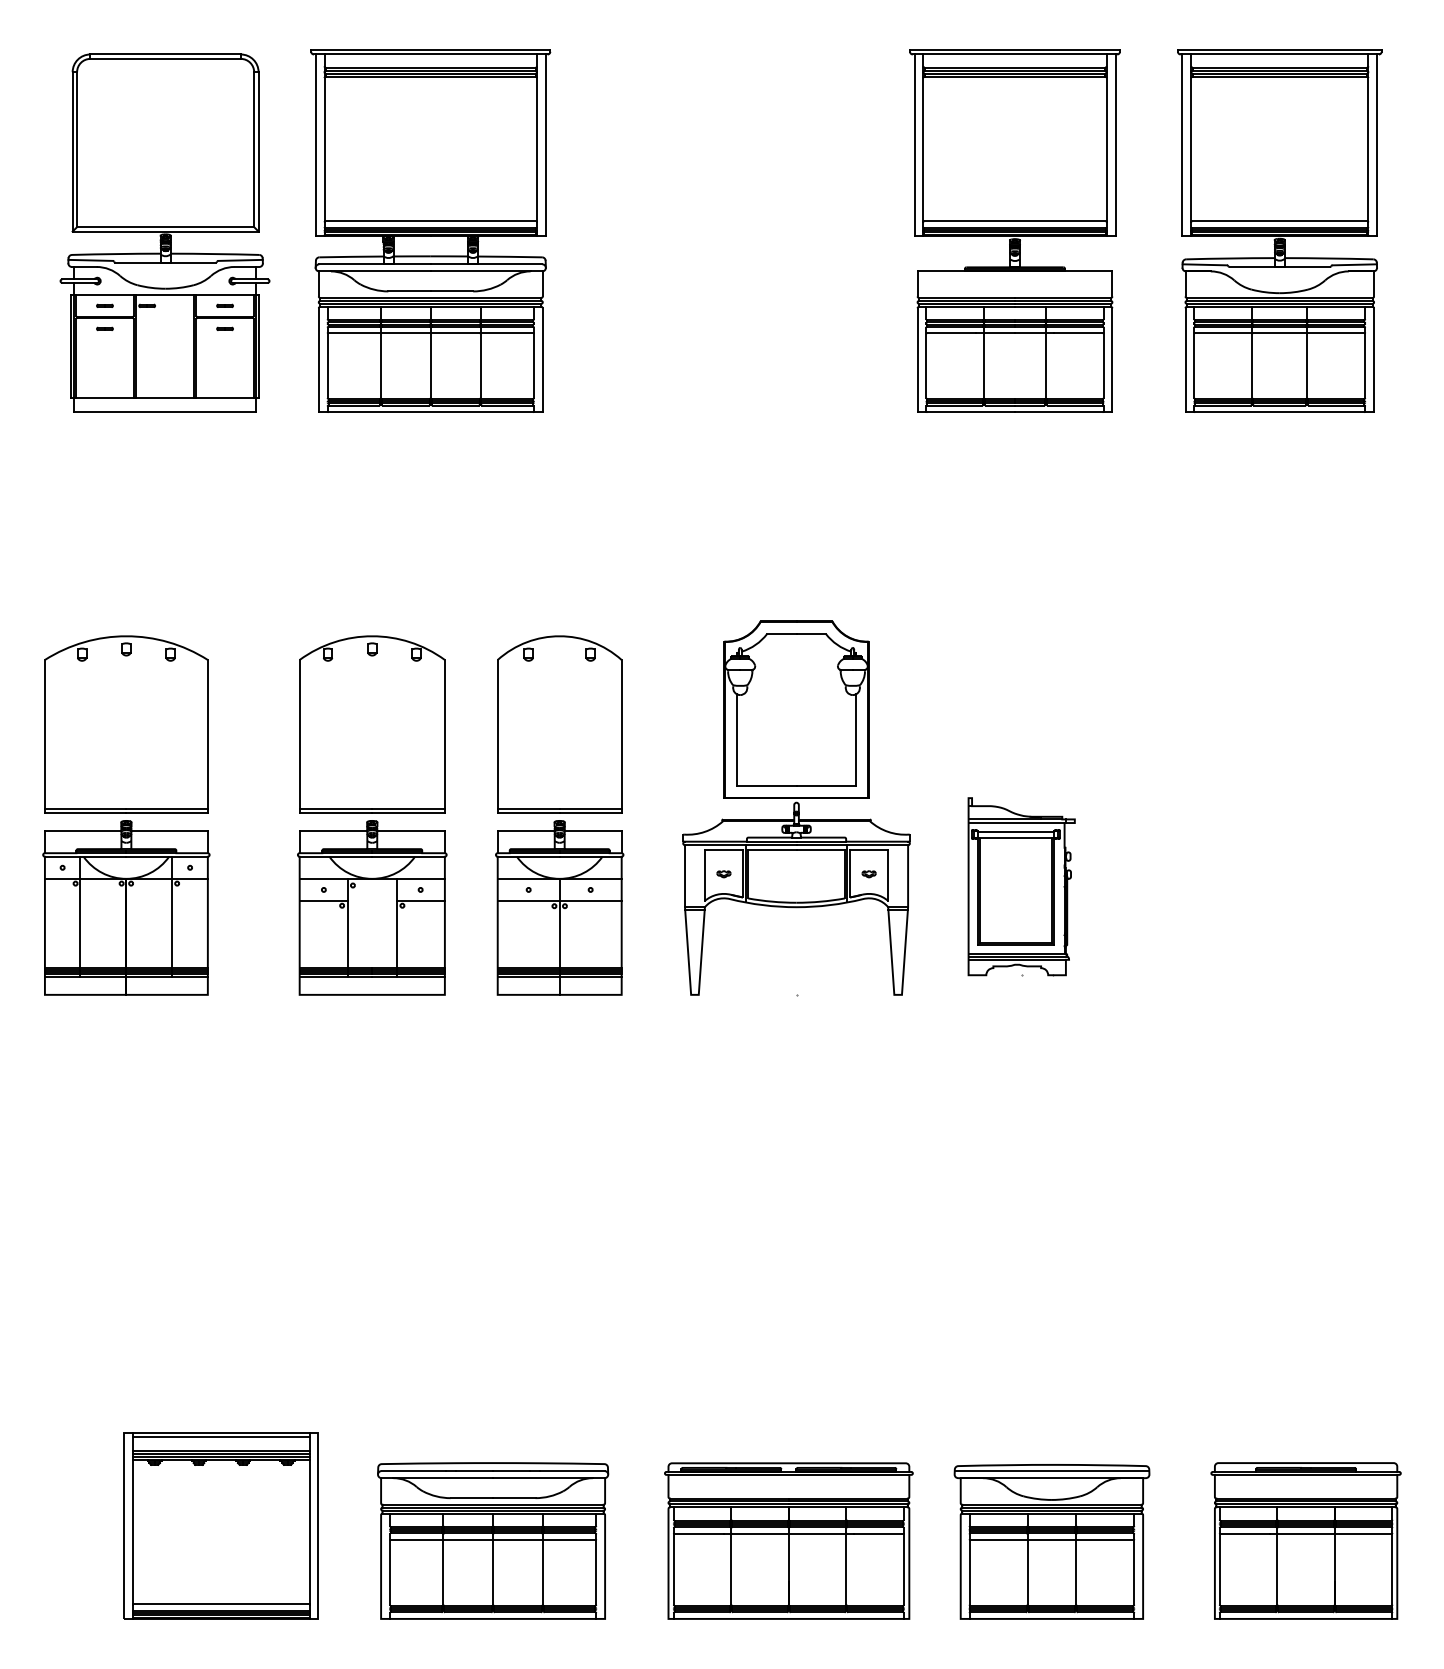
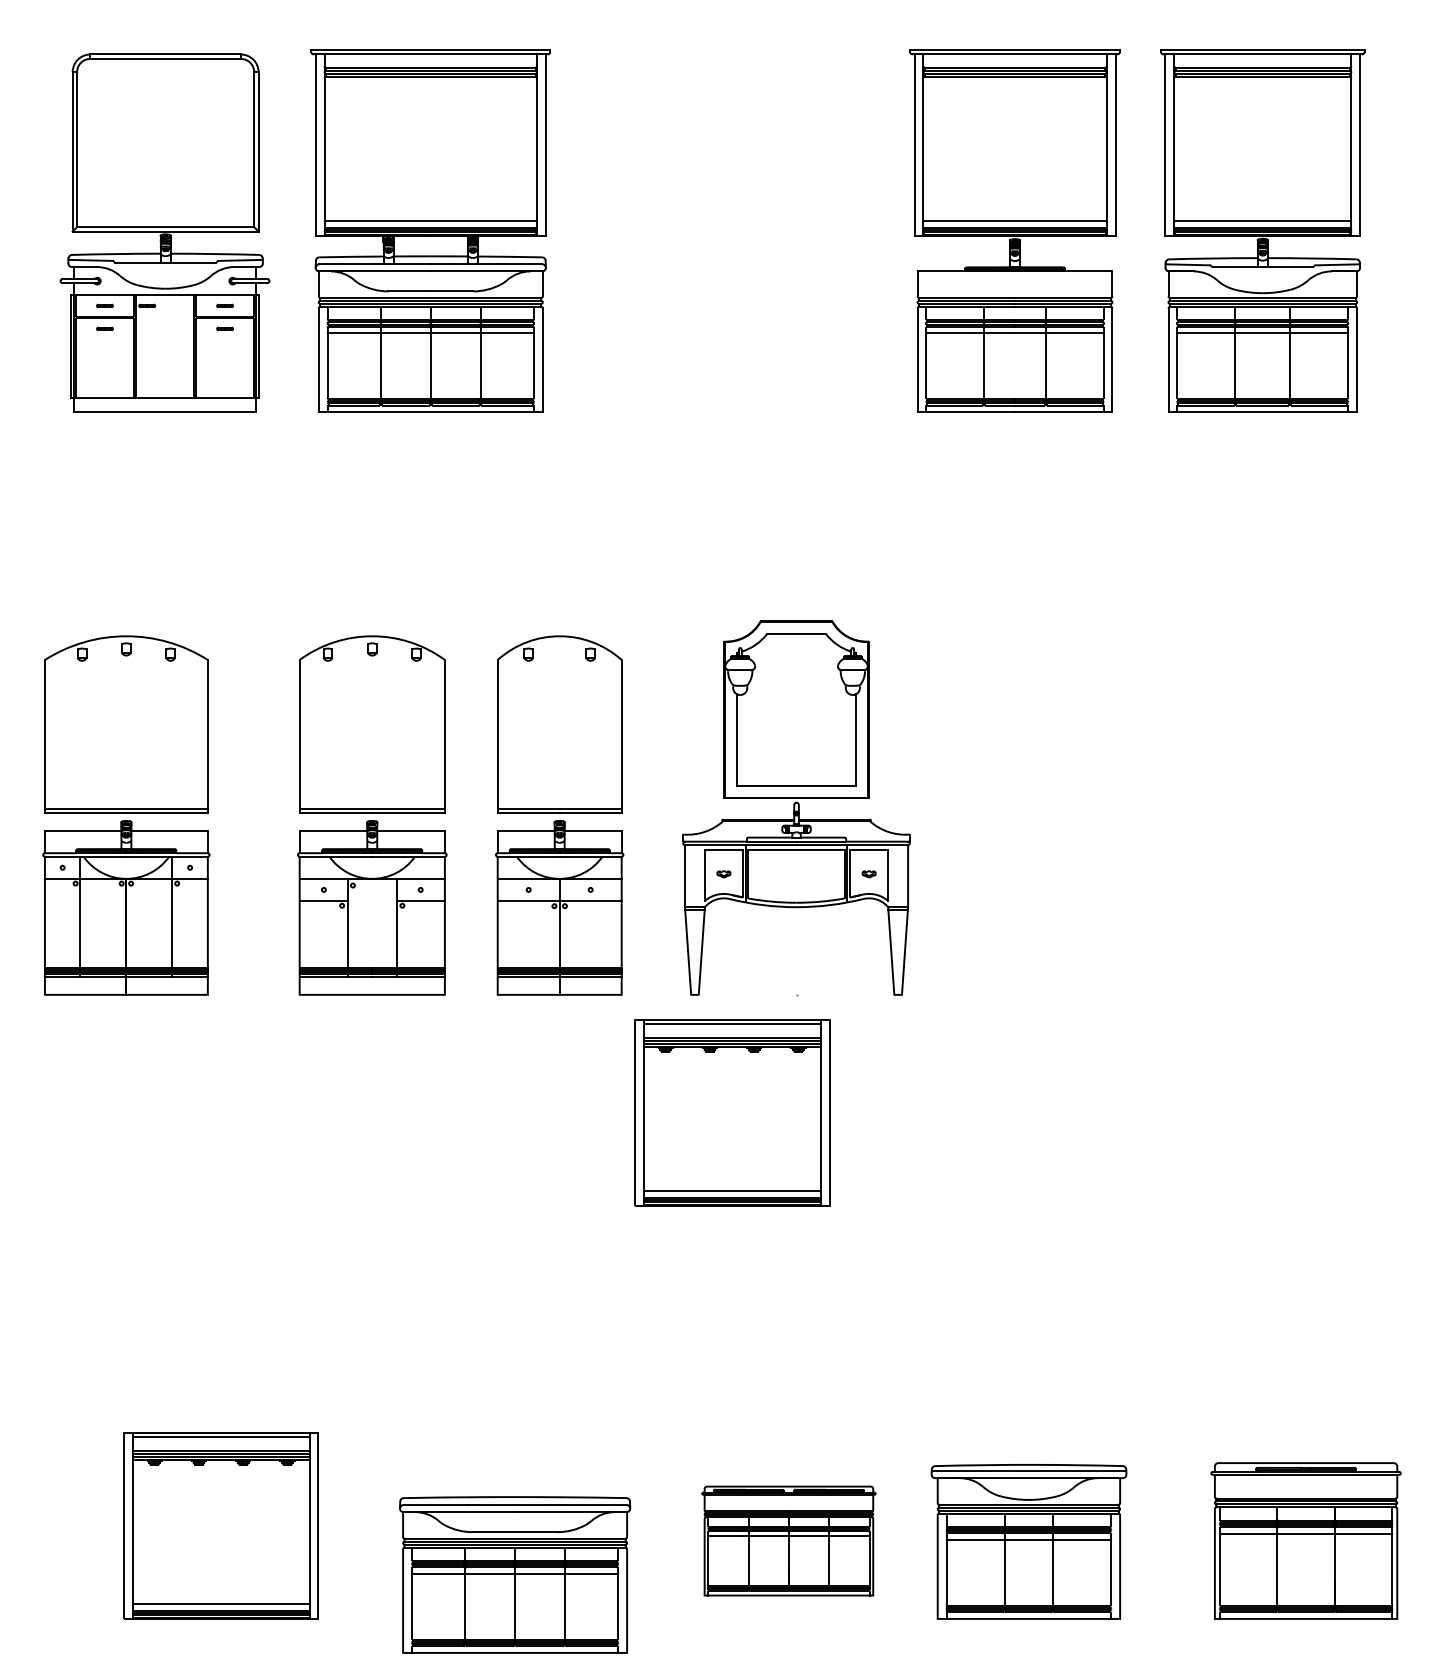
part at (1279, 230) position: (1279, 230) -> (1262, 230)
part at (1021, 886): present -> none
part at (731, 1112): none -> present
part at (493, 1540) position: (493, 1540) -> (515, 1574)
part at (788, 1540) size: 250x158 px -> 176x112 px
part at (1051, 1541) position: (1051, 1541) -> (1028, 1541)
